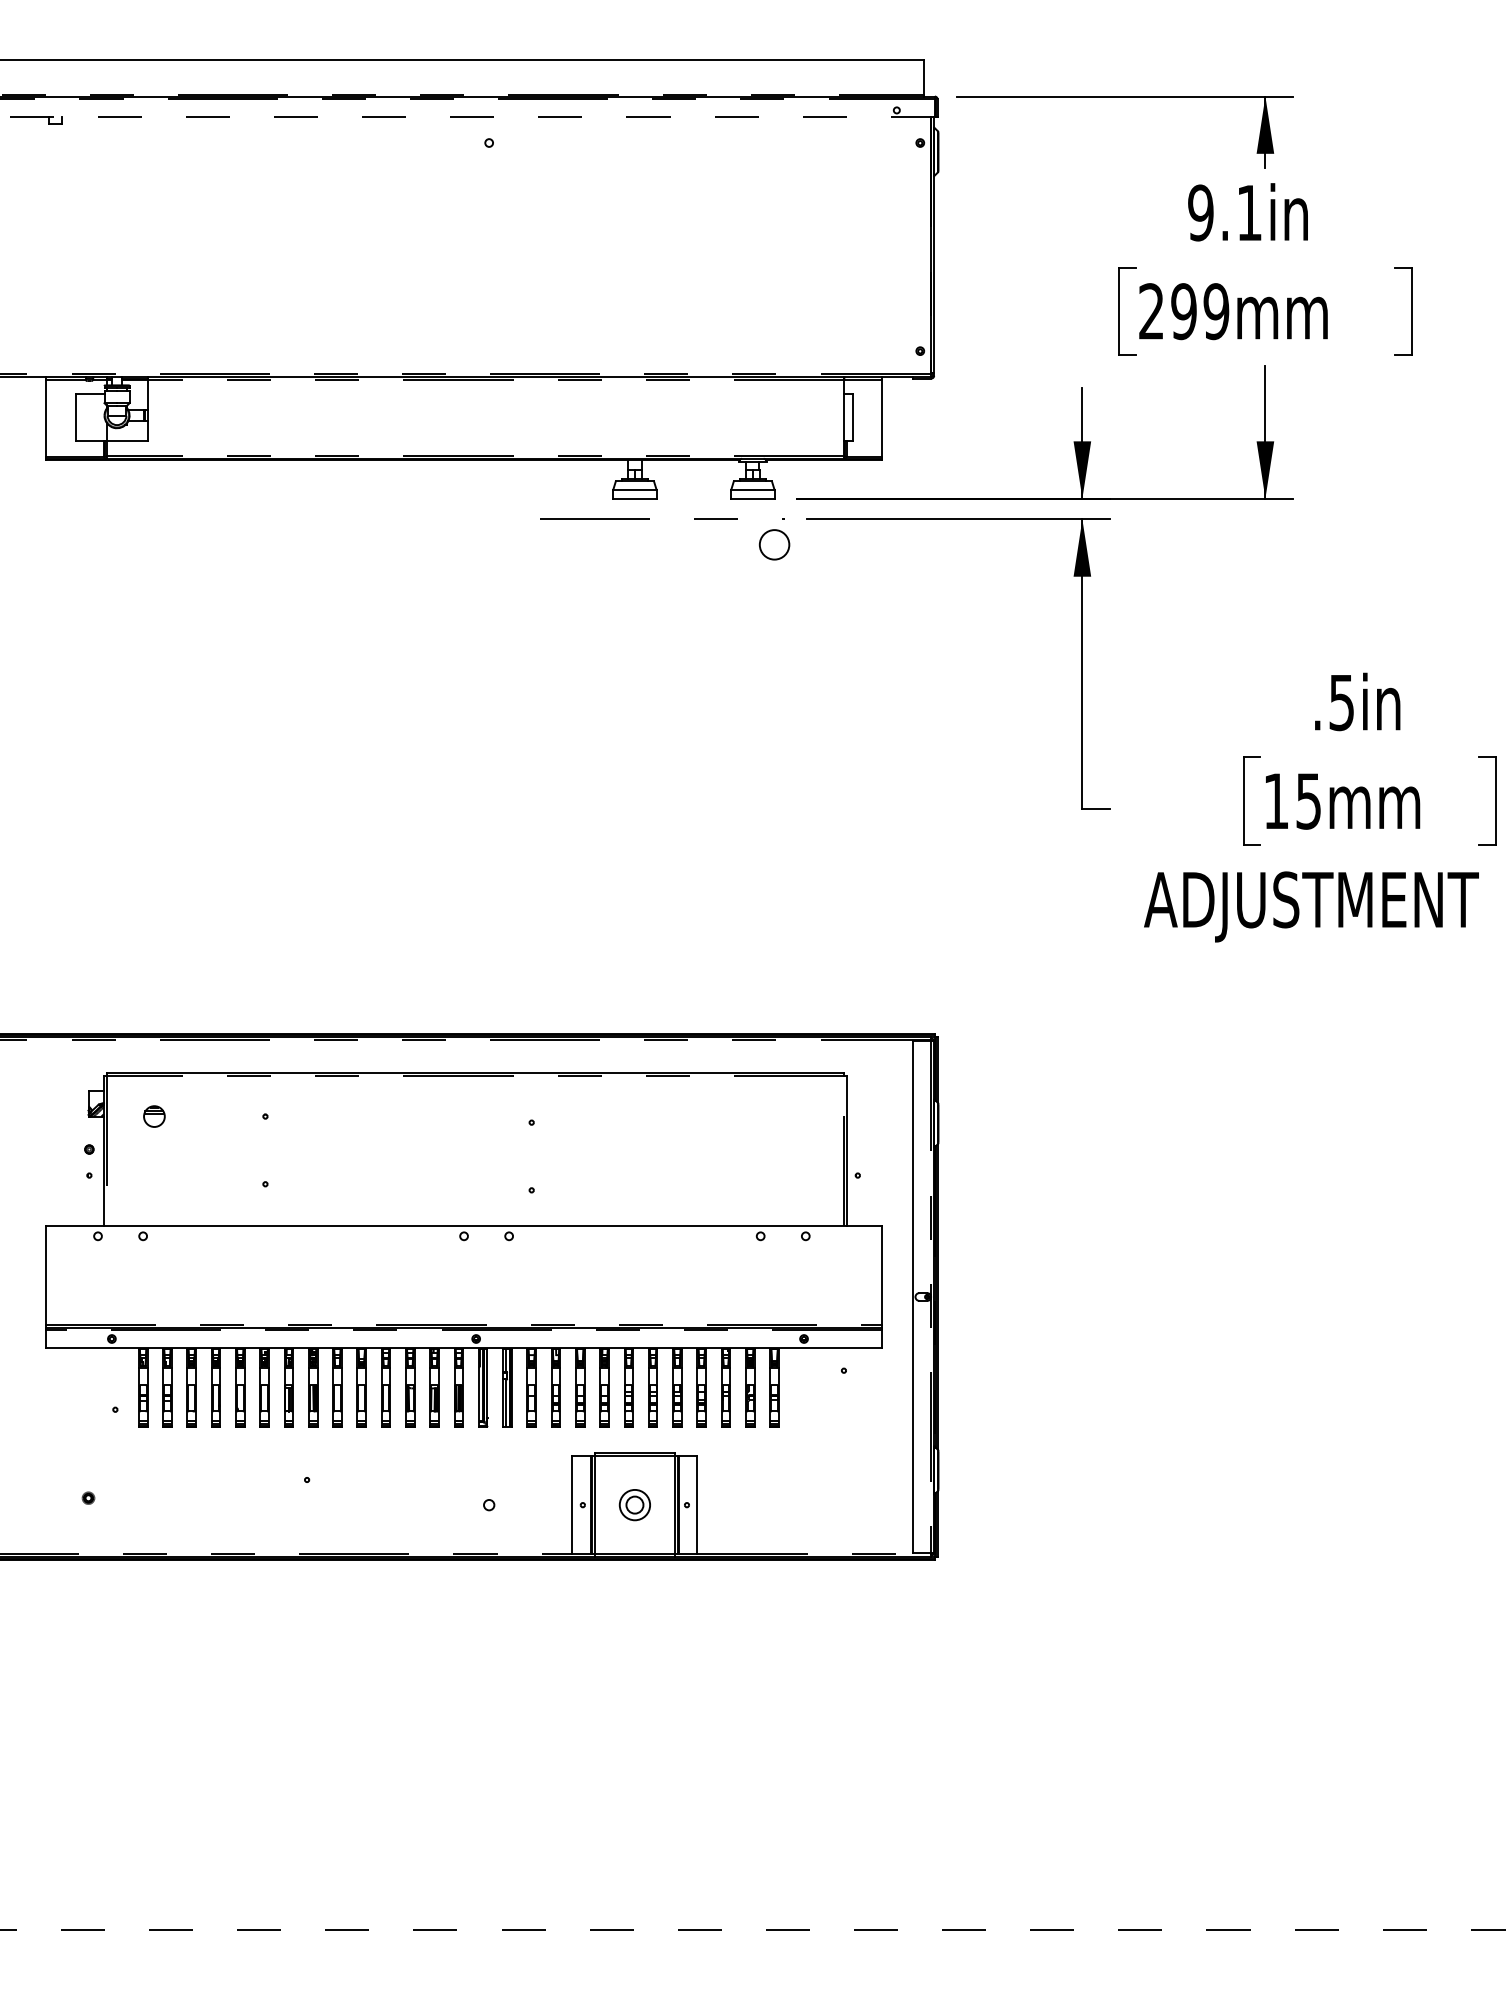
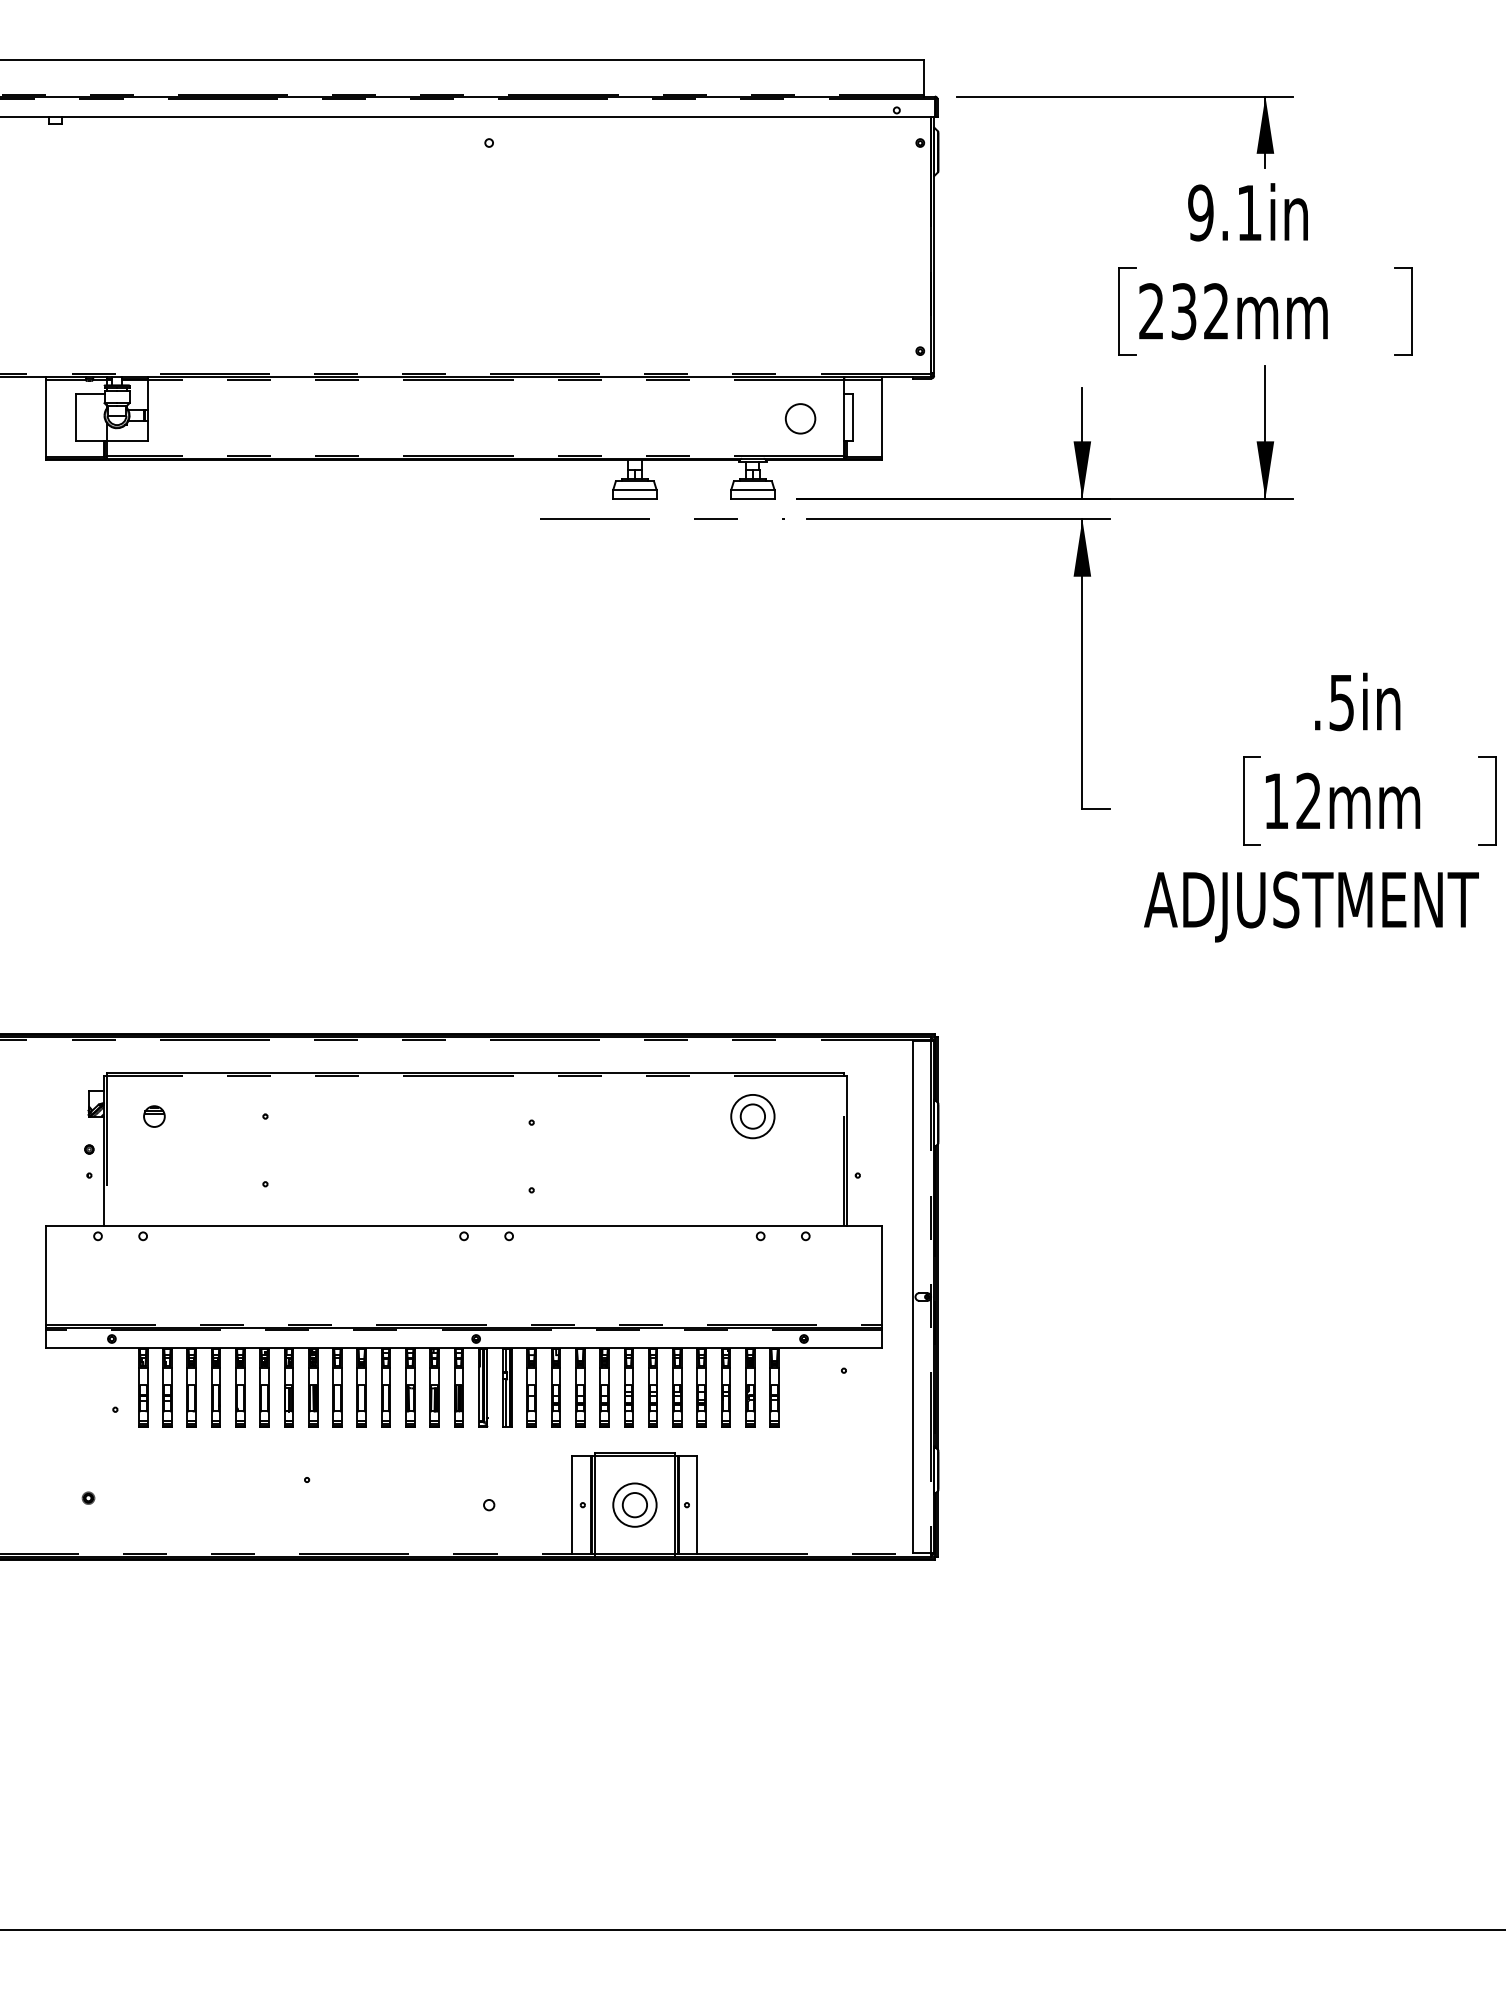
line at (466, 117): dashed -> solid
text at (1200, 311): 299mm -> 232mm
circle at (774, 544) position: (774, 544) -> (800, 418)
text at (1308, 800): 15mm -> 12mm
part at (752, 1116): none -> present
part at (634, 1505) size: 33x33 px -> 46x46 px
line at (753, 1930): dashed -> solid
